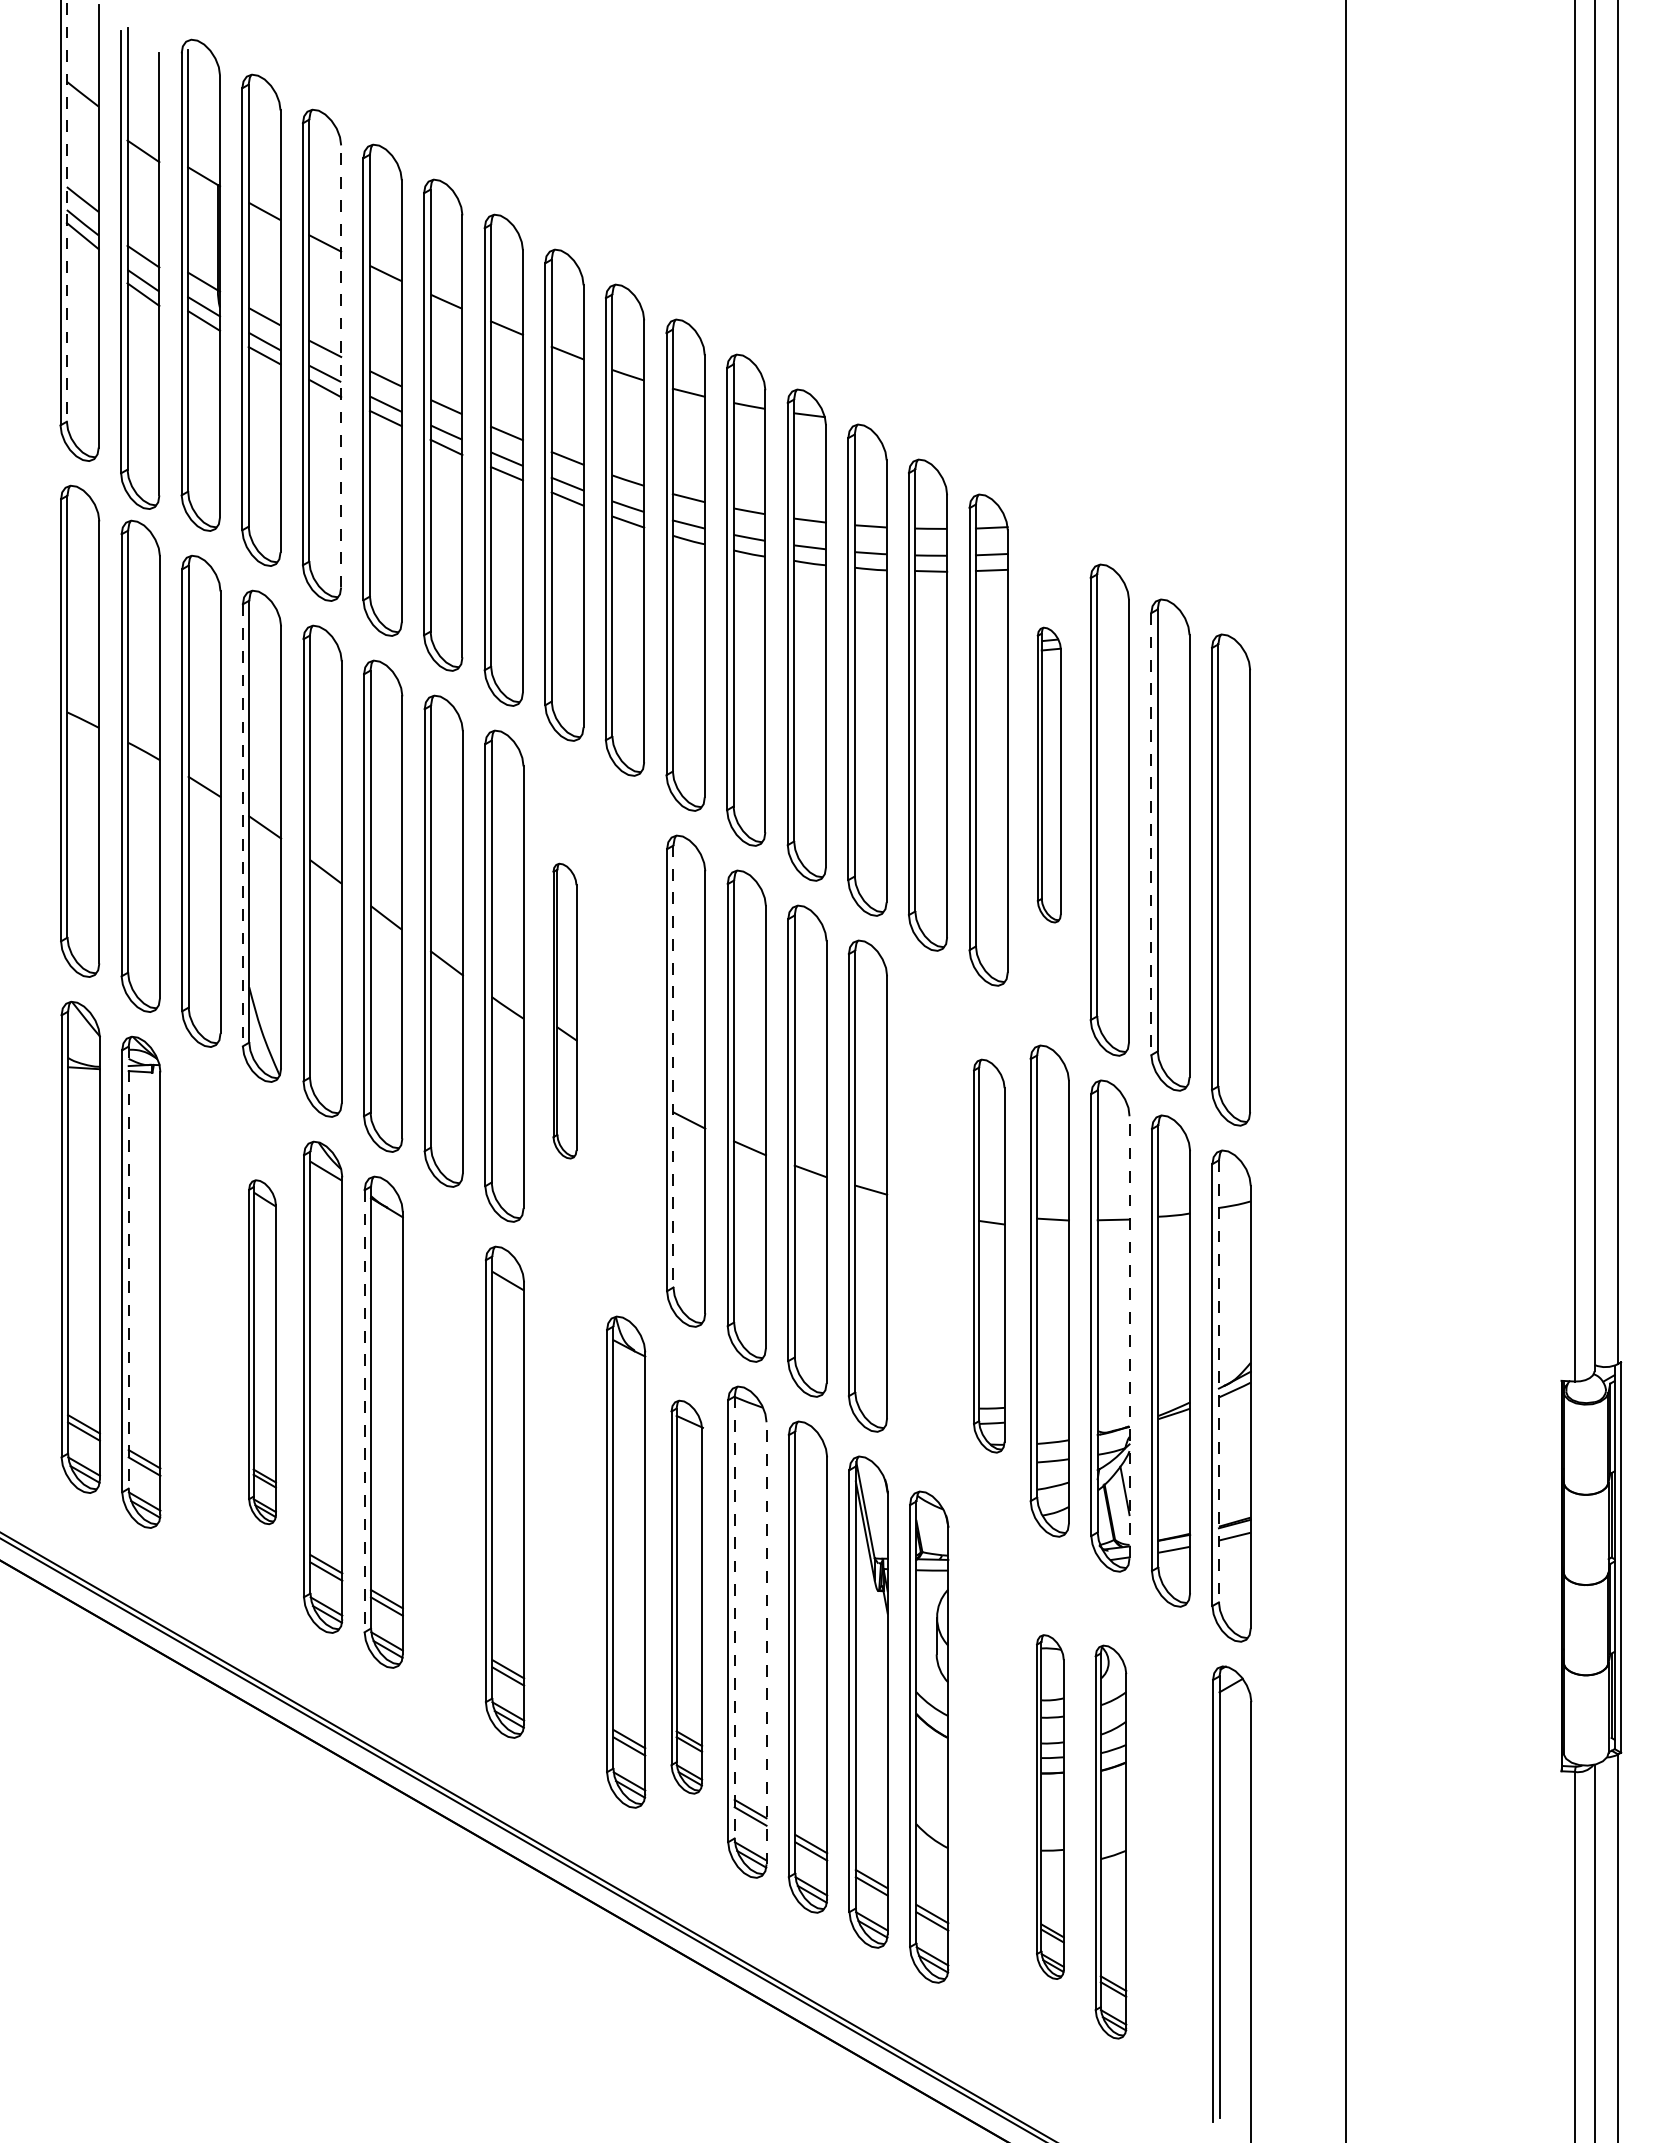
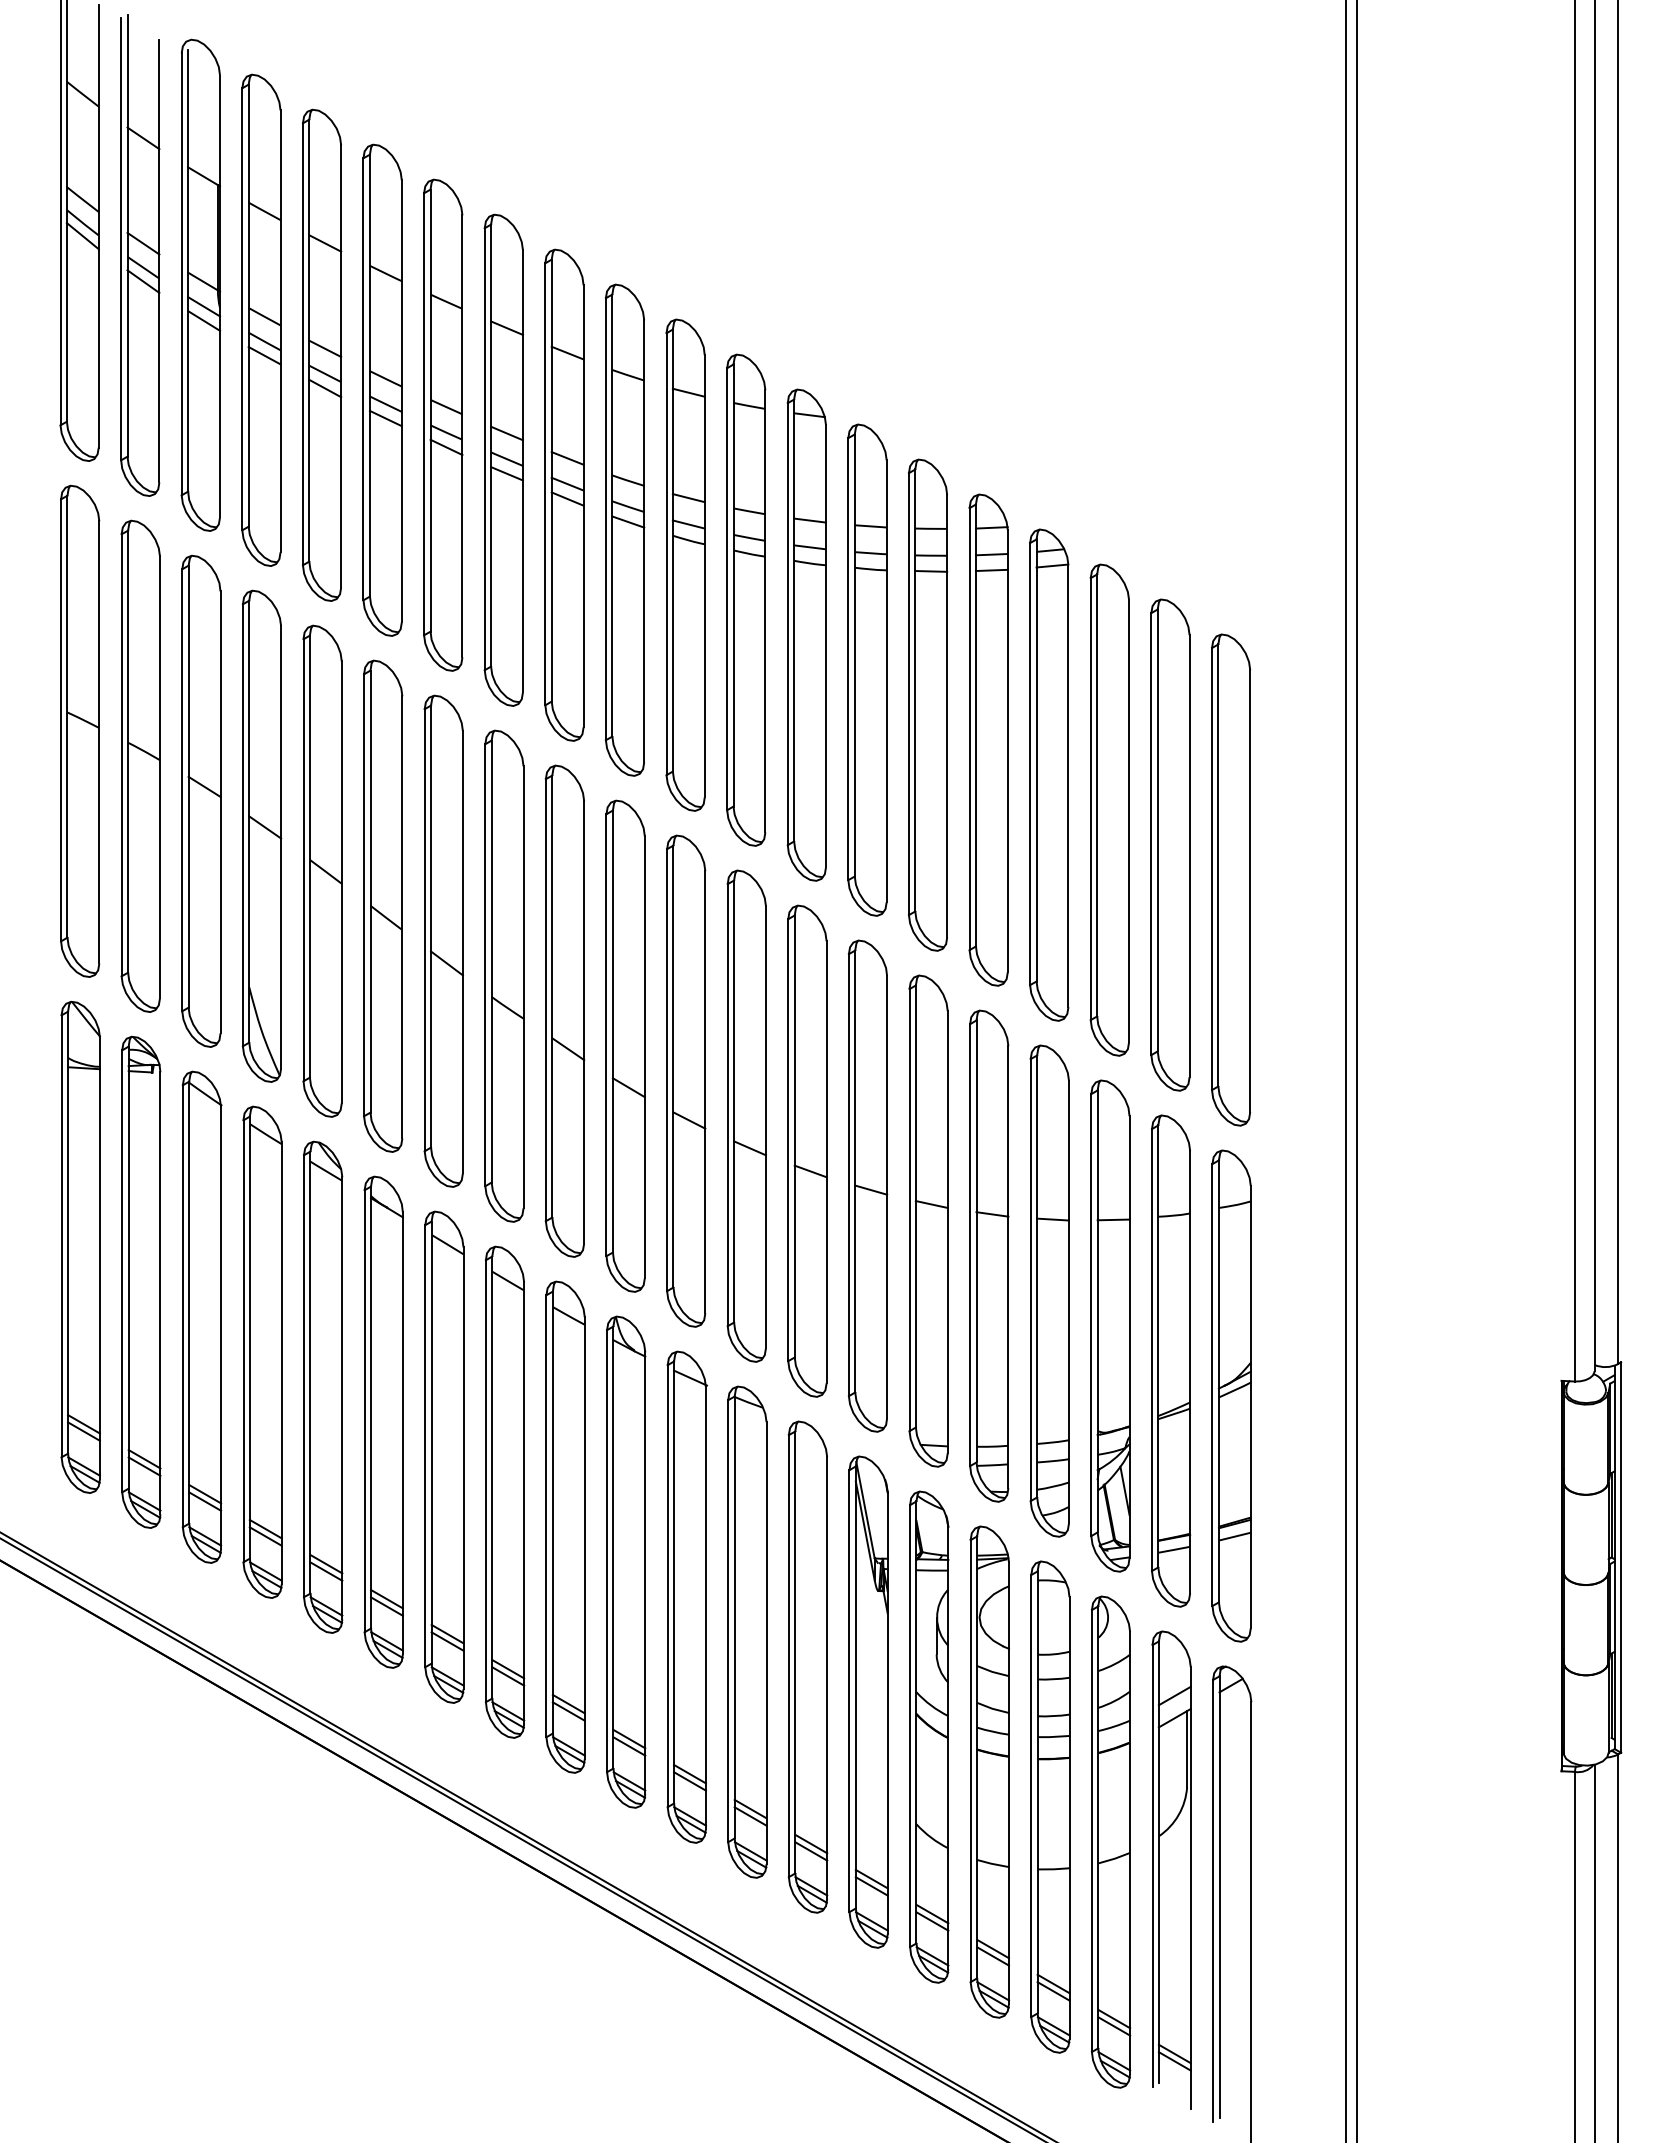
line at (66, 211): dashed -> solid
part at (140, 268) position: (140, 268) -> (140, 255)
line at (341, 365): dashed -> solid
part at (1048, 774) size: 26x298 px -> 41x494 px
line at (242, 825): dashed -> solid
line at (1151, 834): dashed -> solid
part at (564, 1010) size: 26x298 px -> 42x494 px
part at (625, 1045): none -> present
line at (673, 1066): dashed -> solid
line at (1356, 1070): none -> present
part at (928, 1220): none -> present
part at (989, 1255) size: 33x396 px -> 41x494 px
line at (128, 1268): dashed -> solid
part at (201, 1316): none -> present
line at (1129, 1337): dashed -> solid
part at (262, 1352) size: 29x347 px -> 41x494 px
line at (1218, 1381): dashed -> solid
line at (364, 1411): dashed -> solid
part at (444, 1456): none -> present
part at (565, 1526): none -> present
part at (686, 1596) size: 34x396 px -> 42x494 px
line at (734, 1617): dashed -> solid
line at (766, 1642): dashed -> solid
part at (989, 1771): none -> present
part at (1050, 1806) size: 29x346 px -> 41x494 px
part at (1110, 1841) size: 34x396 px -> 42x494 px
part at (1171, 1869): none -> present
